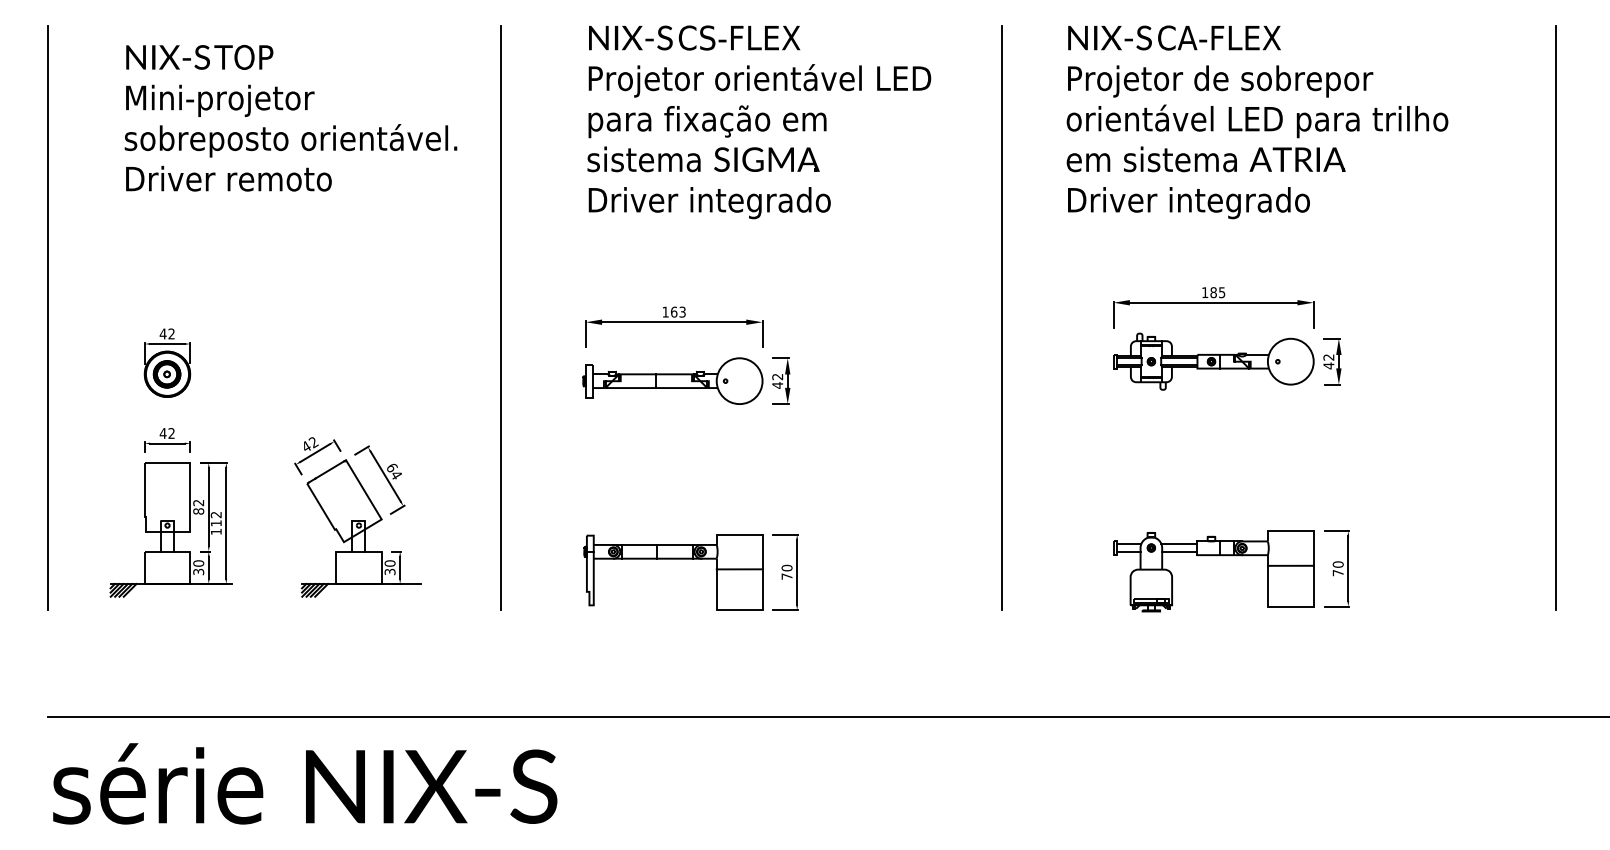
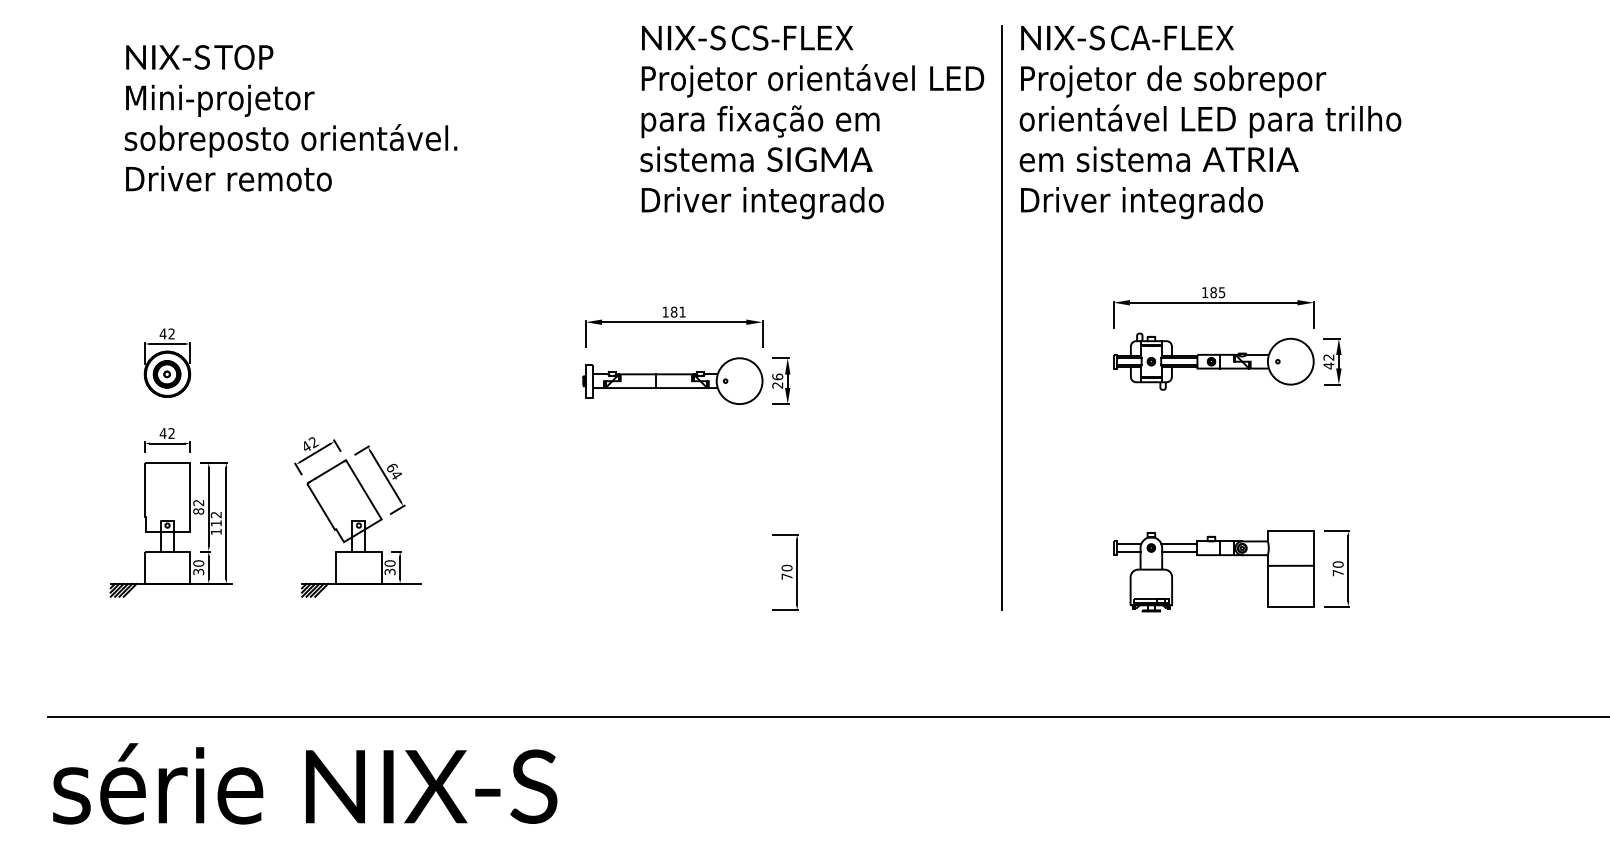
text at (759, 122) position: (759, 122) -> (812, 122)
text at (1257, 122) position: (1257, 122) -> (1210, 122)
text at (677, 311): 163 -> 181
line at (48, 317): present -> none
line at (501, 317): present -> none
line at (1556, 317): present -> none
text at (777, 380): 42 -> 26
part at (673, 559): present -> none
